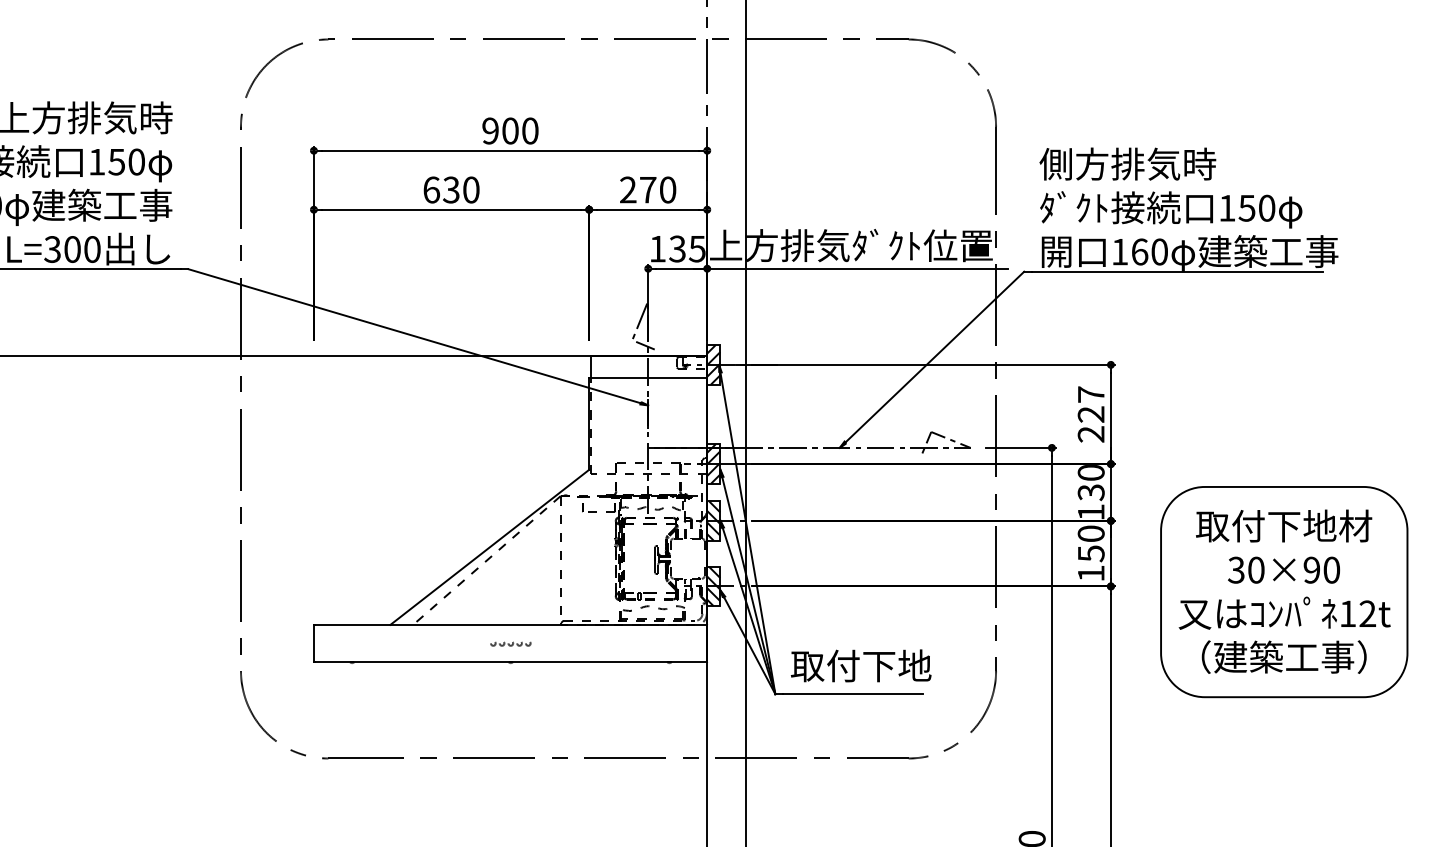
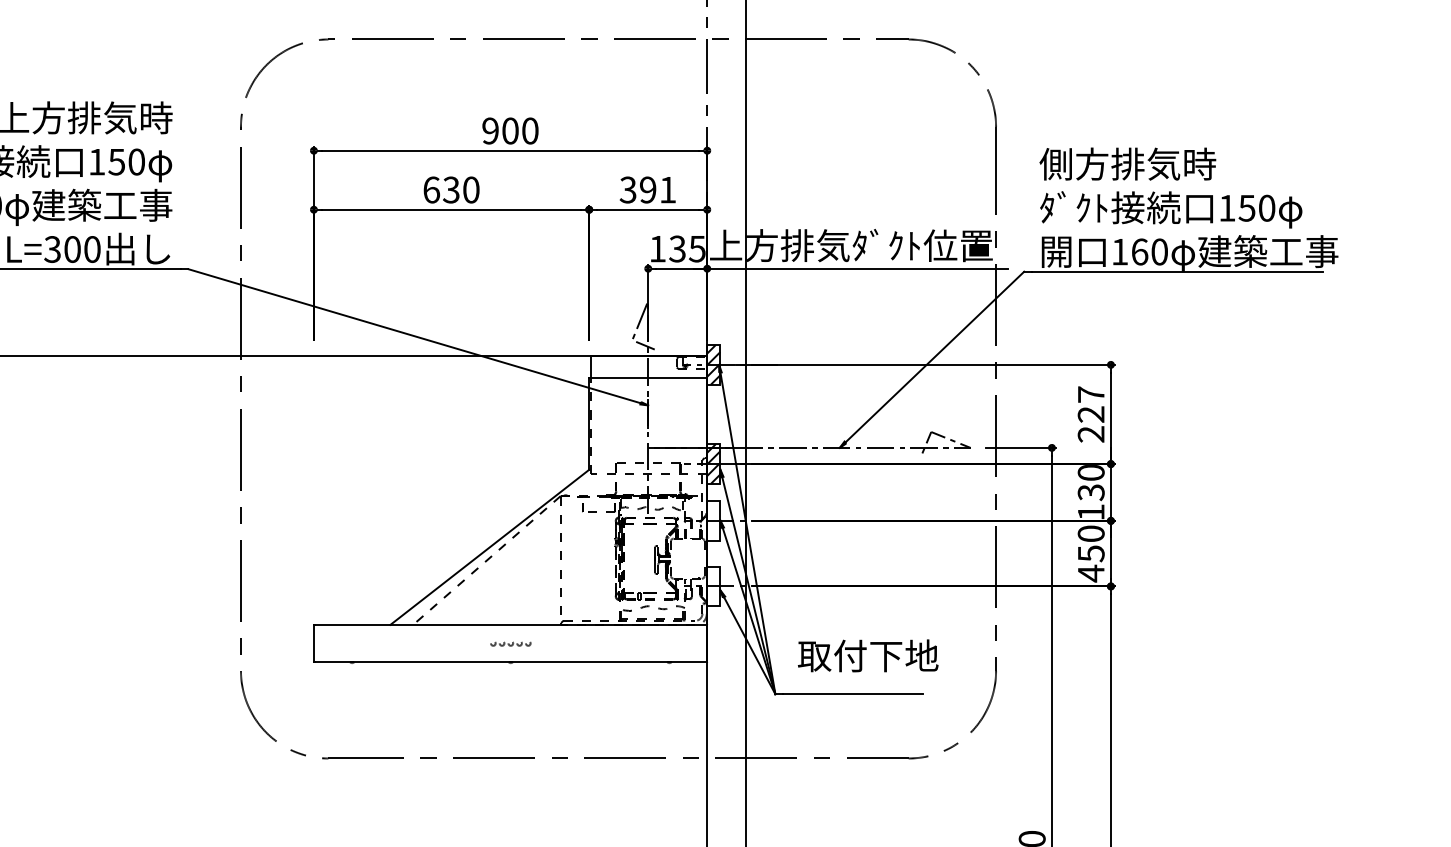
text at (647, 189): 270 -> 391
hatch at (713, 520): present -> none
text at (1091, 573): 150 -> 450
hatch at (713, 586): present -> none
part at (1284, 592): present -> none
text at (861, 665) position: (861, 665) -> (868, 655)
